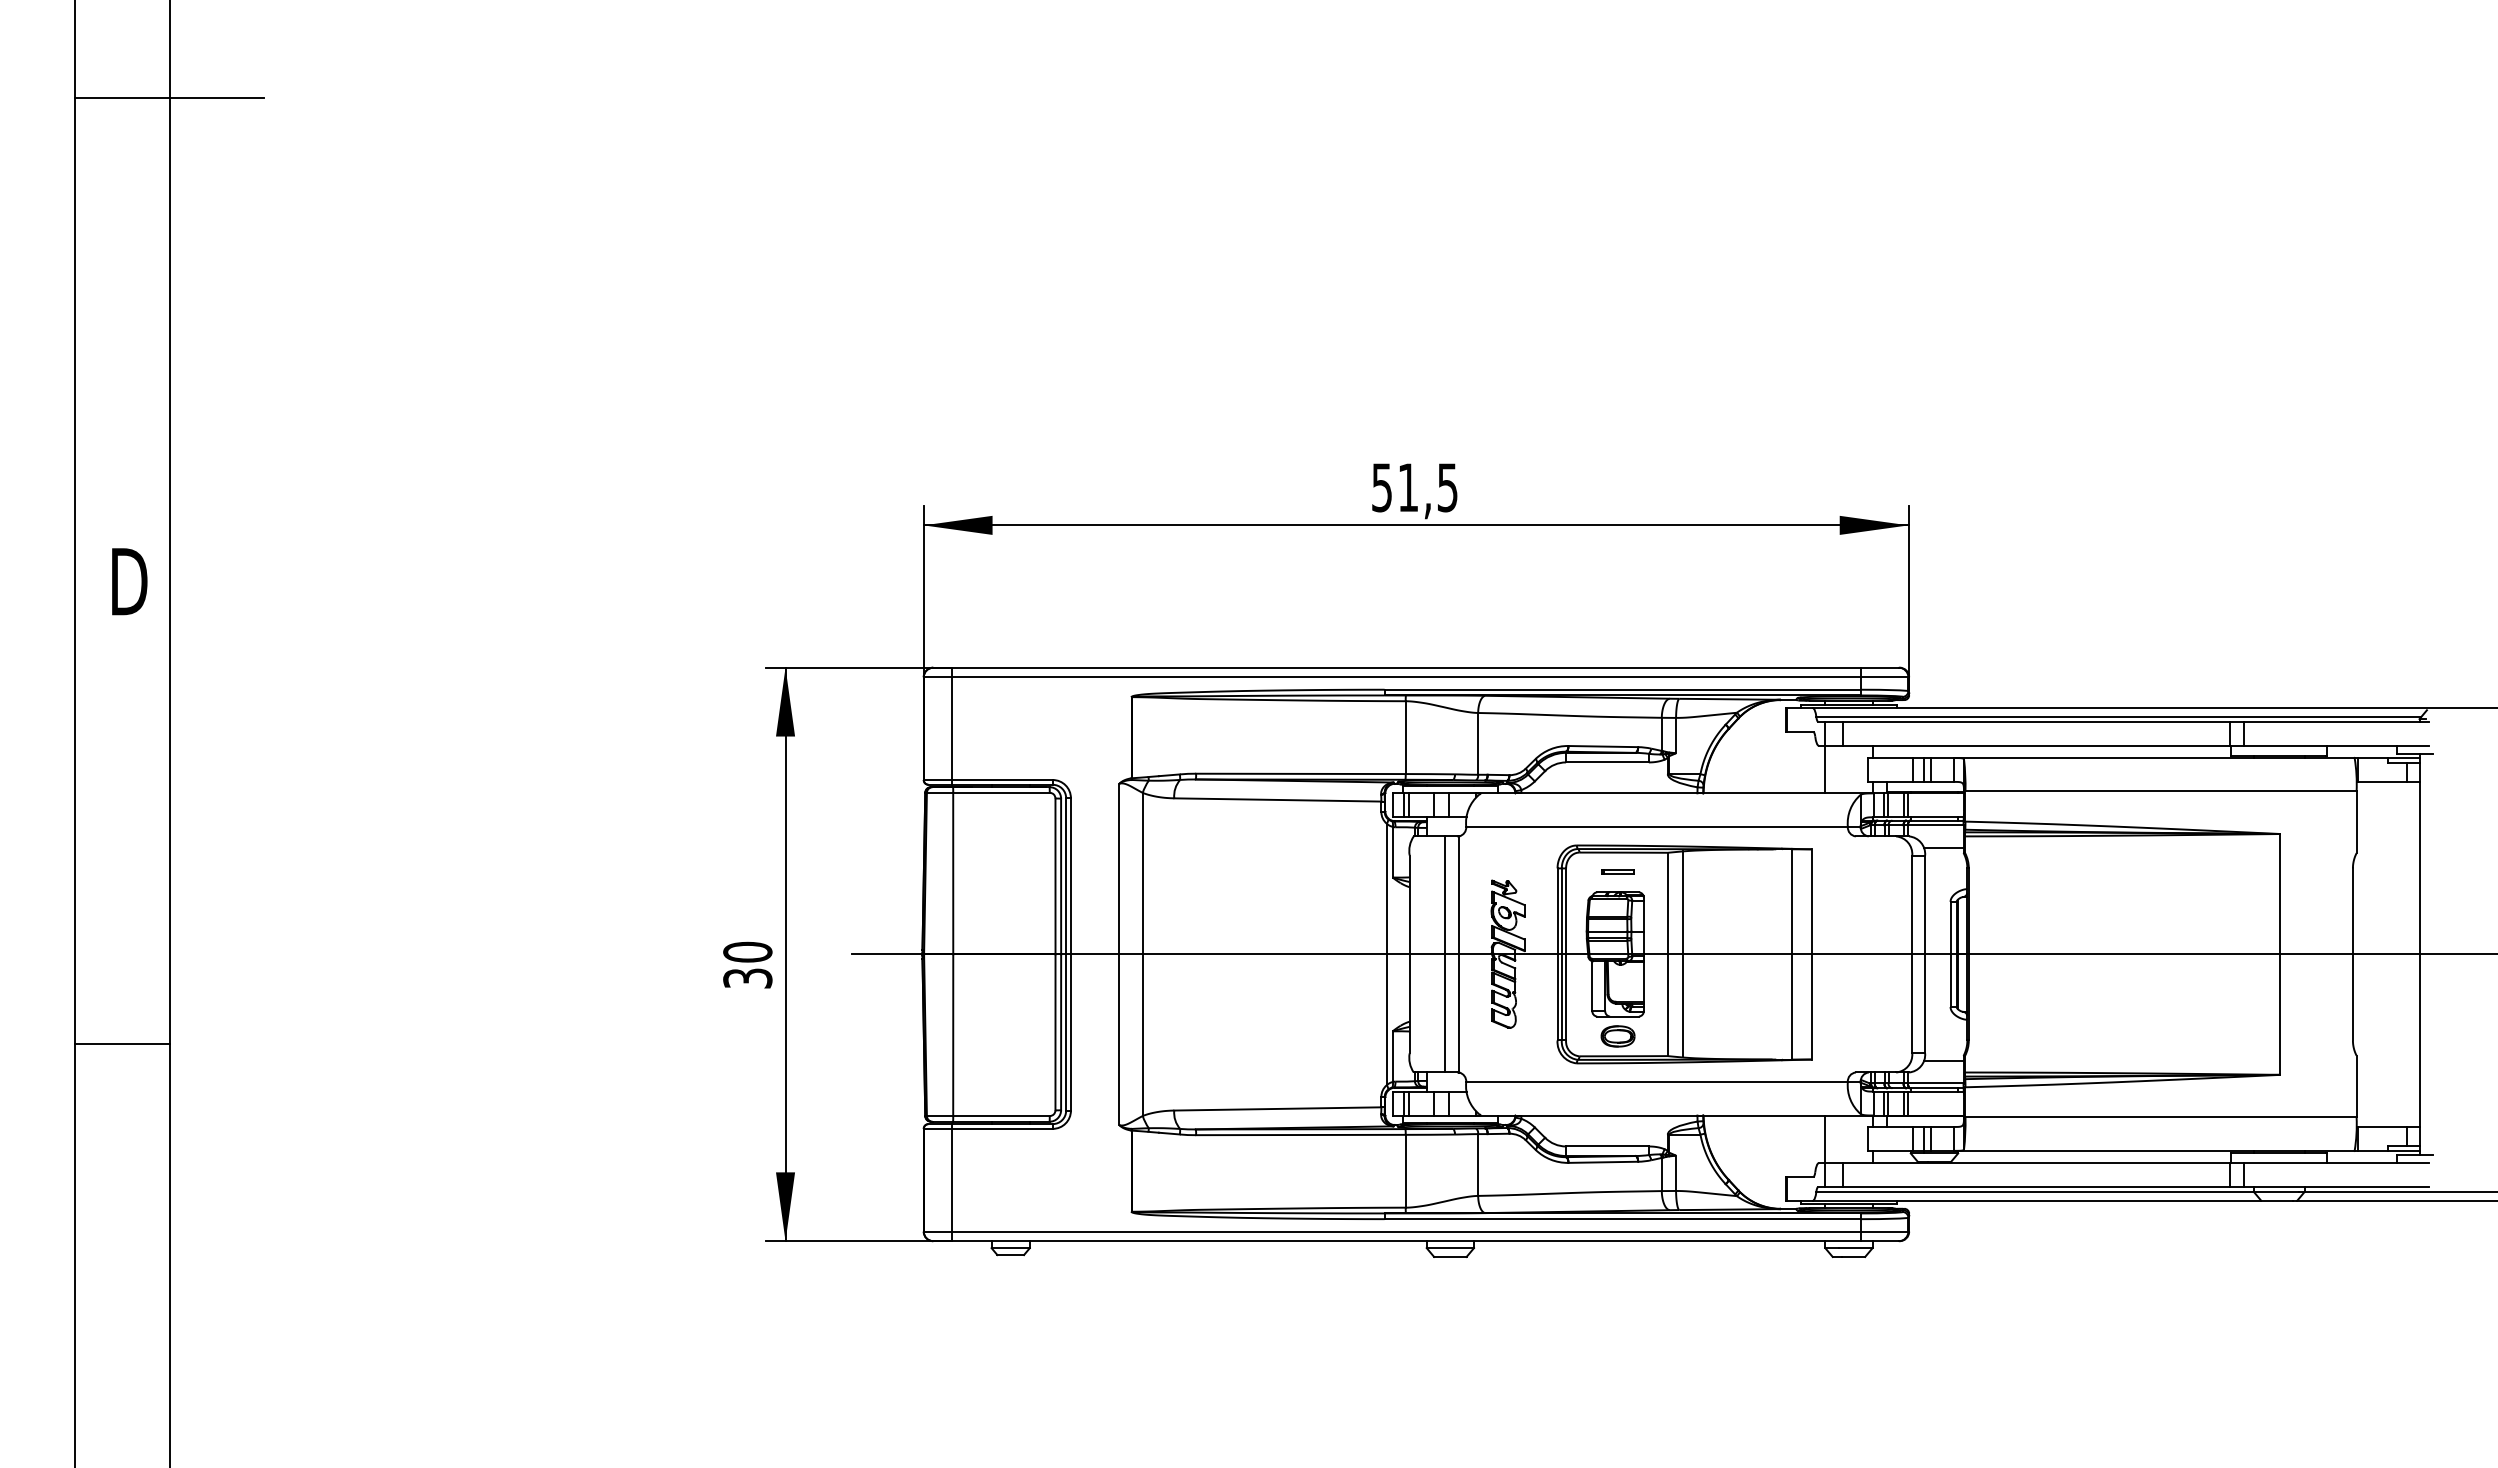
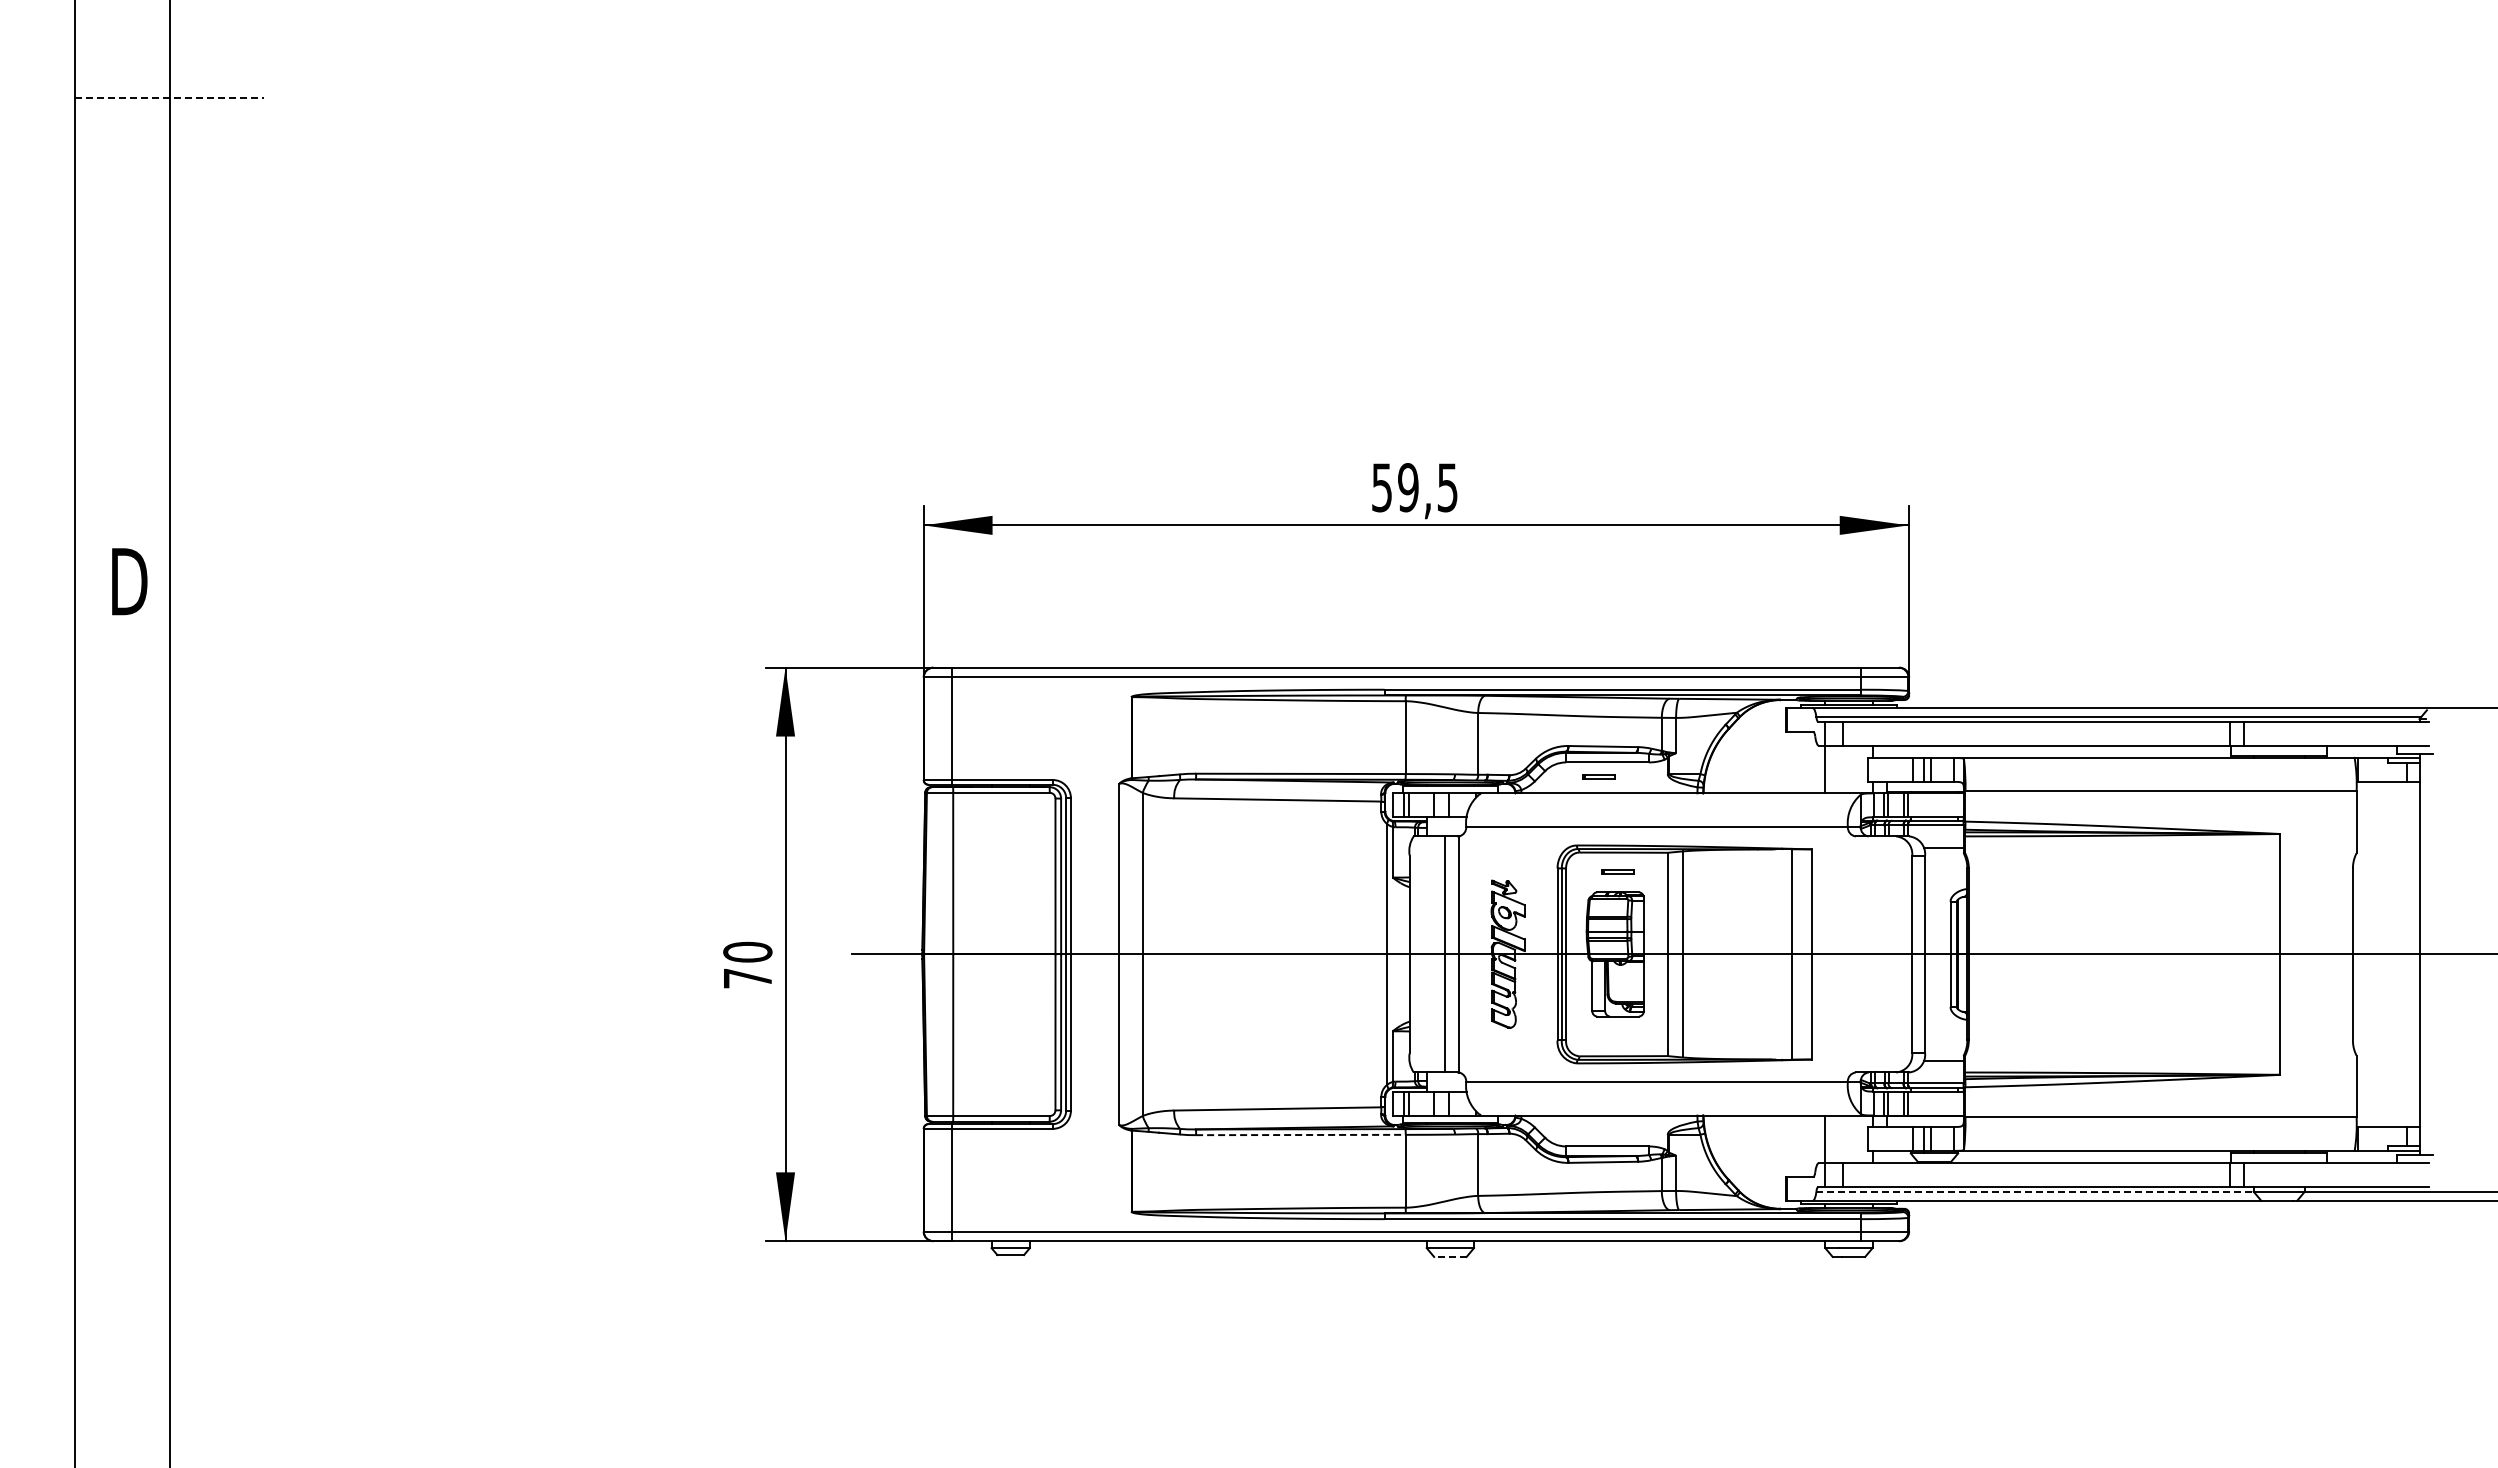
line at (169, 98): solid -> dashed
text at (1408, 487): 51,5 -> 59,5
part at (1598, 776): none -> present
text at (747, 978): 30 -> 70
part at (1617, 1036): present -> none
line at (121, 1044): present -> none
line at (1300, 1135): solid -> dashed
line at (2035, 1191): solid -> dashed
line at (1449, 1256): solid -> dashed
